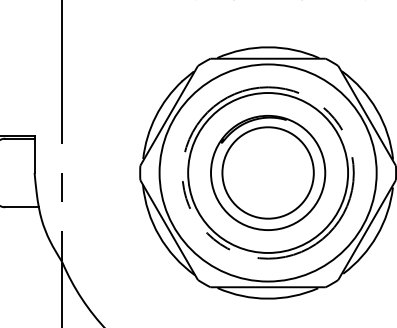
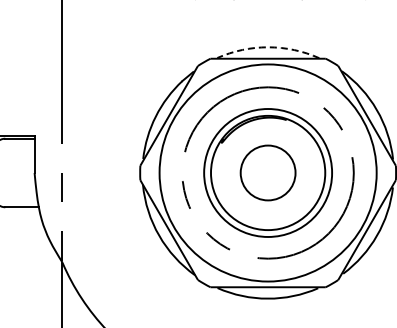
arc at (268, 47): solid -> dashed
circle at (267, 172) diameter: 91 px -> 55 px
circle at (268, 172) diameter: 160 px -> 128 px
